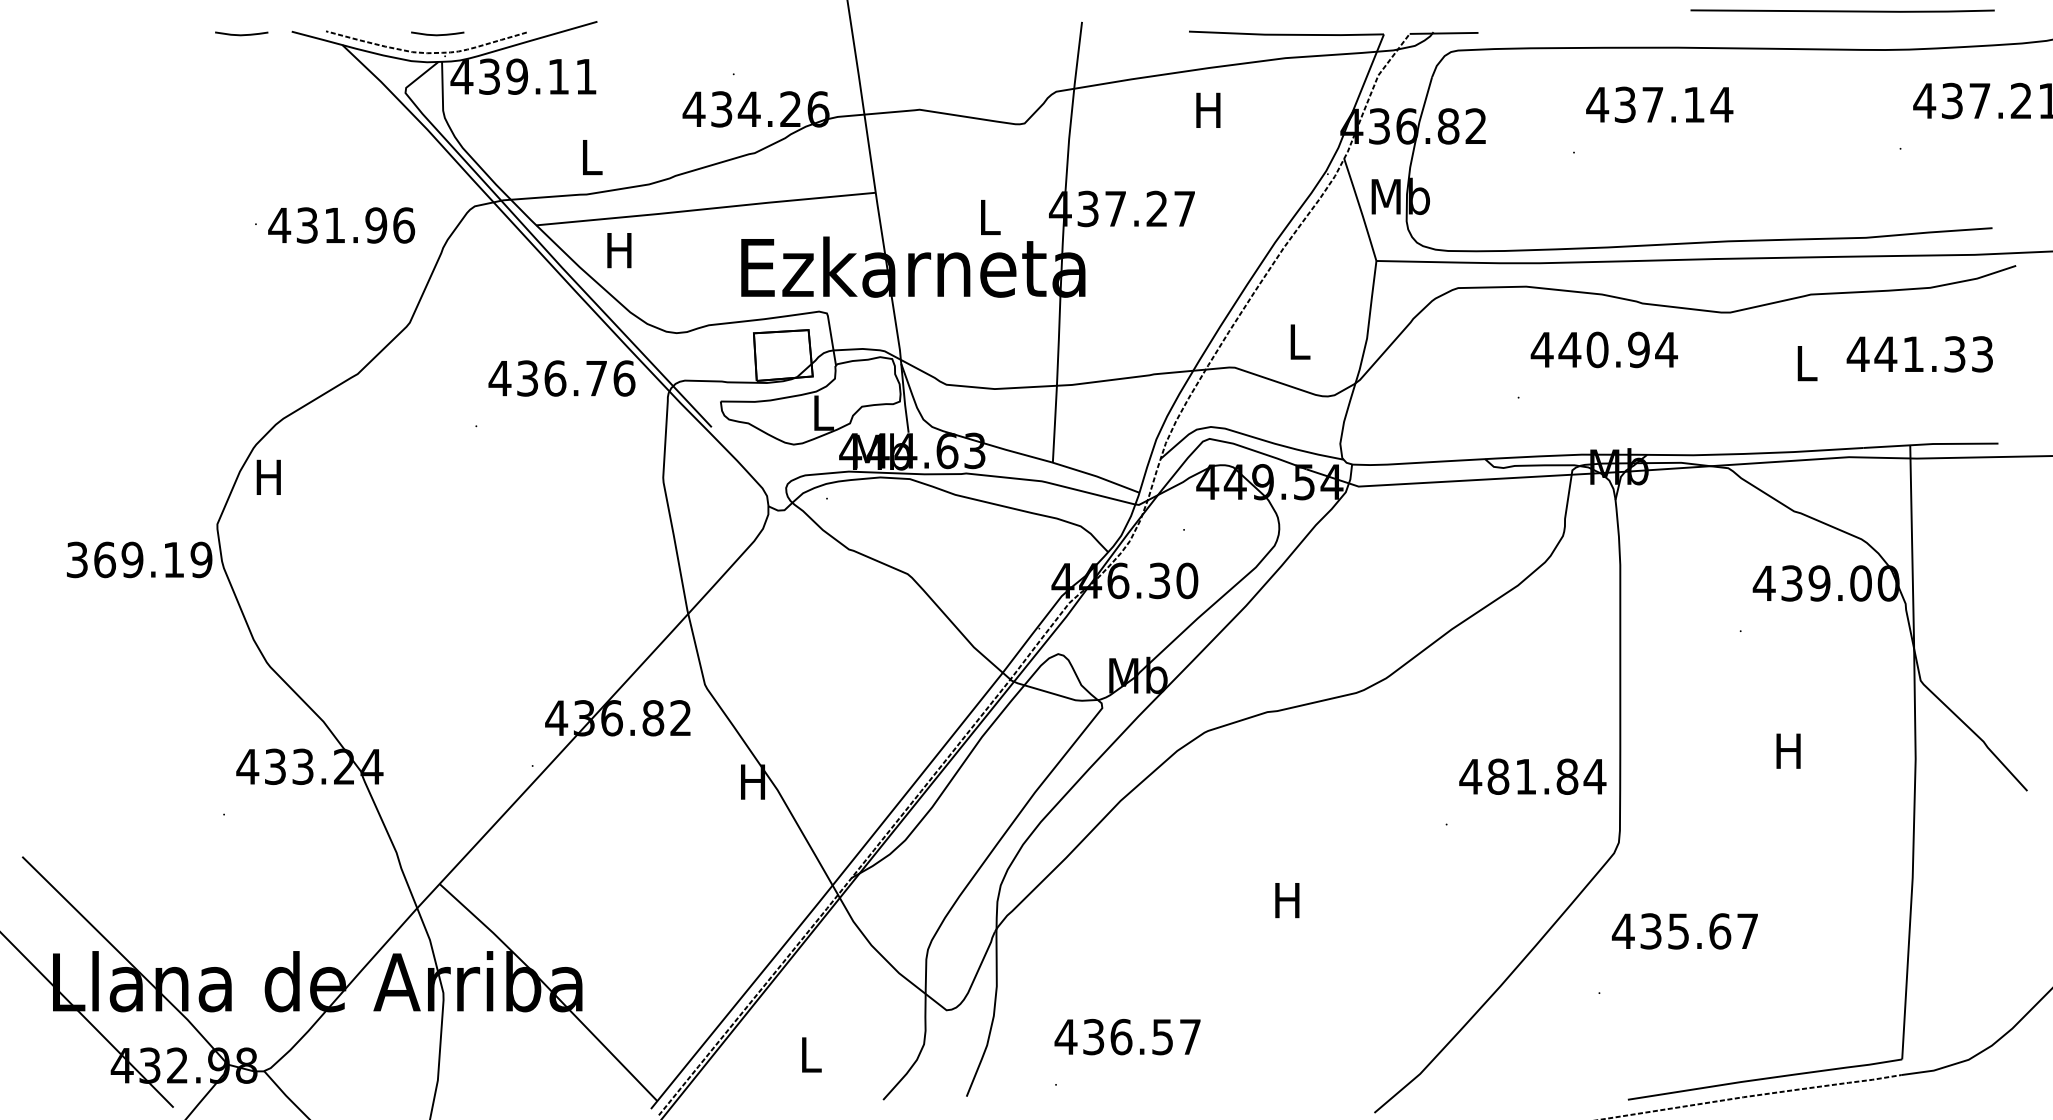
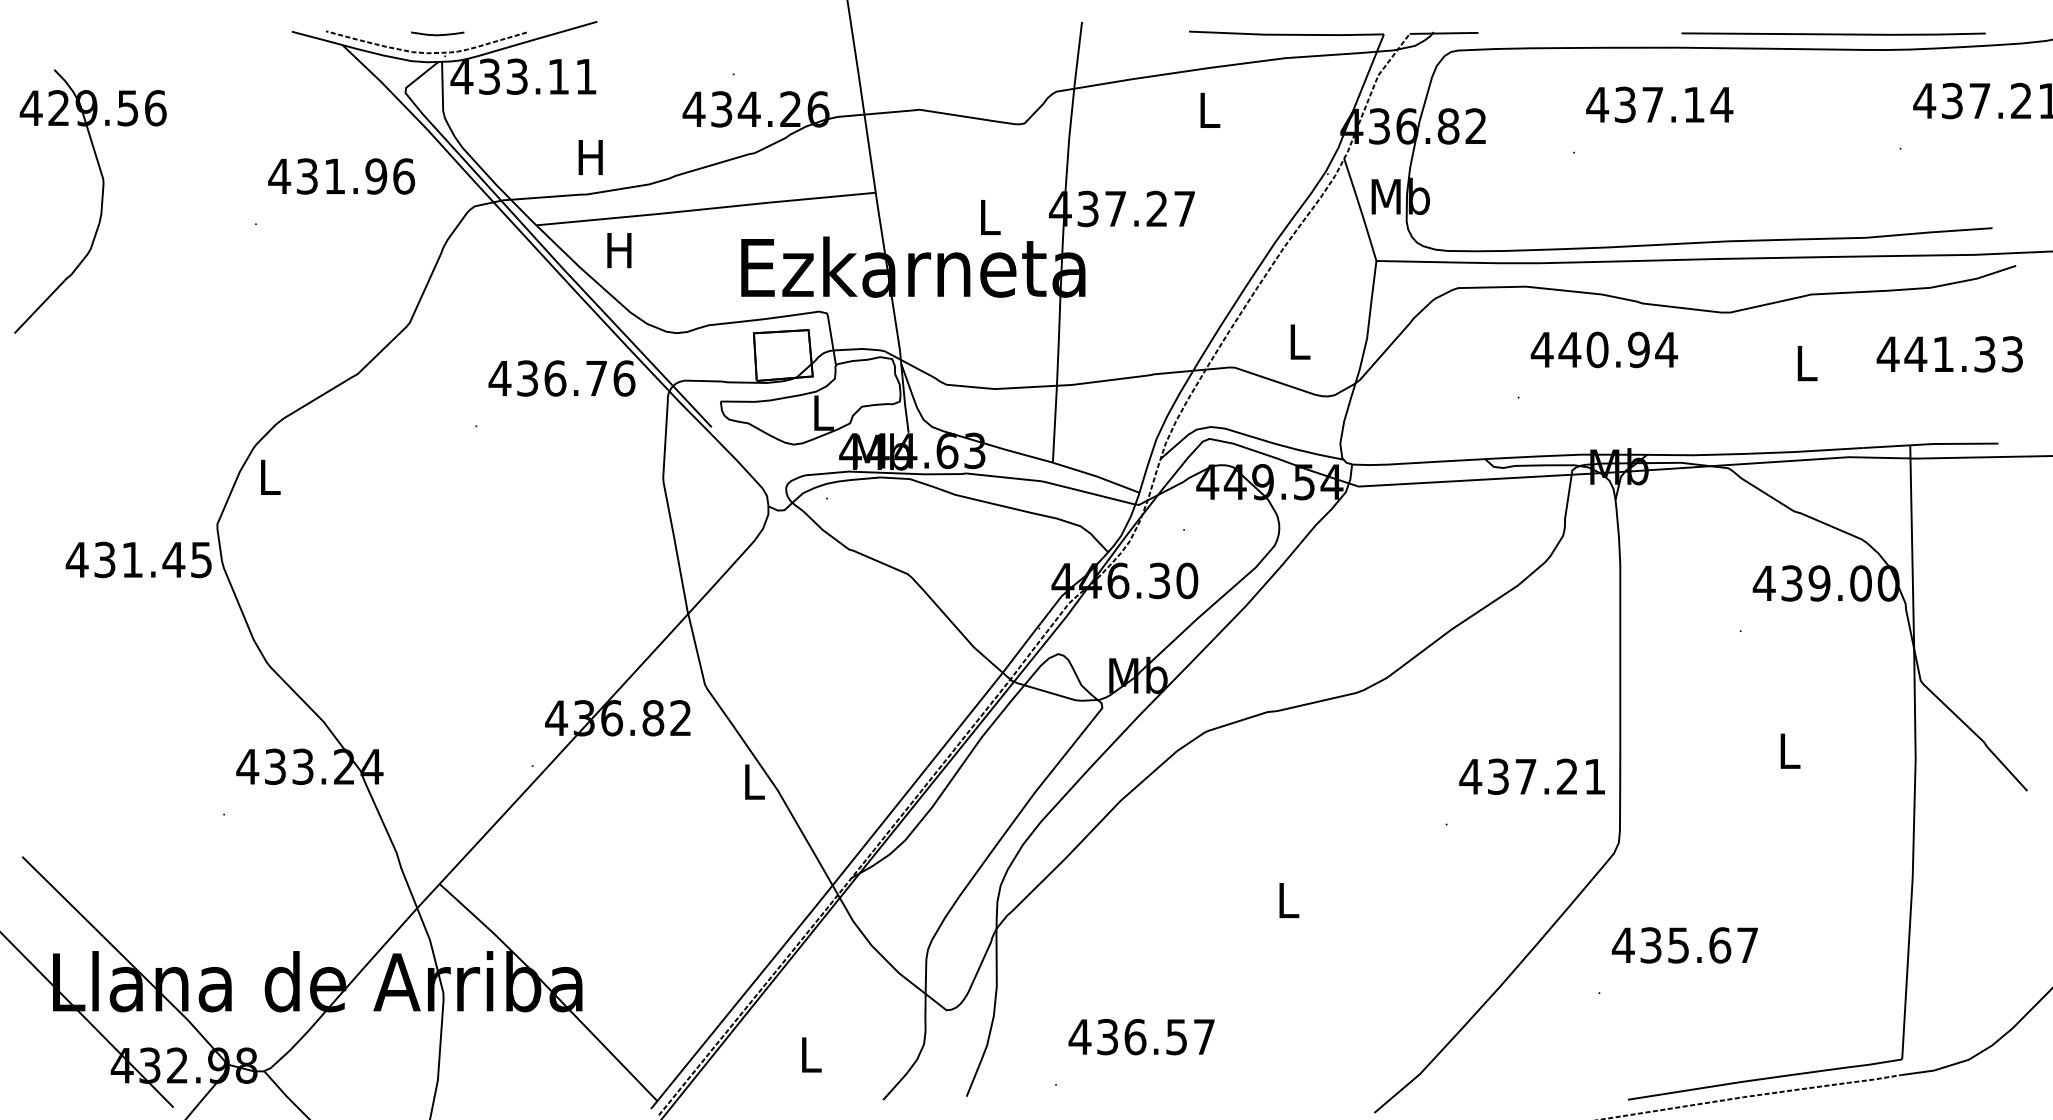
line at (1842, 10) position: (1842, 10) -> (1833, 33)
curve at (241, 34): present -> none
text at (517, 76): 439.11 -> 433.11
text at (1208, 109): H -> L
text at (590, 157): L -> H
part at (101, 201): none -> present
text at (341, 225) position: (341, 225) -> (341, 176)
text at (1919, 354) position: (1919, 354) -> (1949, 354)
text at (268, 476): H -> L
text at (138, 559): 369.19 -> 431.45
text at (1788, 750): H -> L
text at (1546, 776): 481.84 -> 437.21
text at (753, 781): H -> L
text at (1287, 900): H -> L
text at (1684, 931) position: (1684, 931) -> (1684, 945)
text at (1127, 1037) position: (1127, 1037) -> (1141, 1037)
